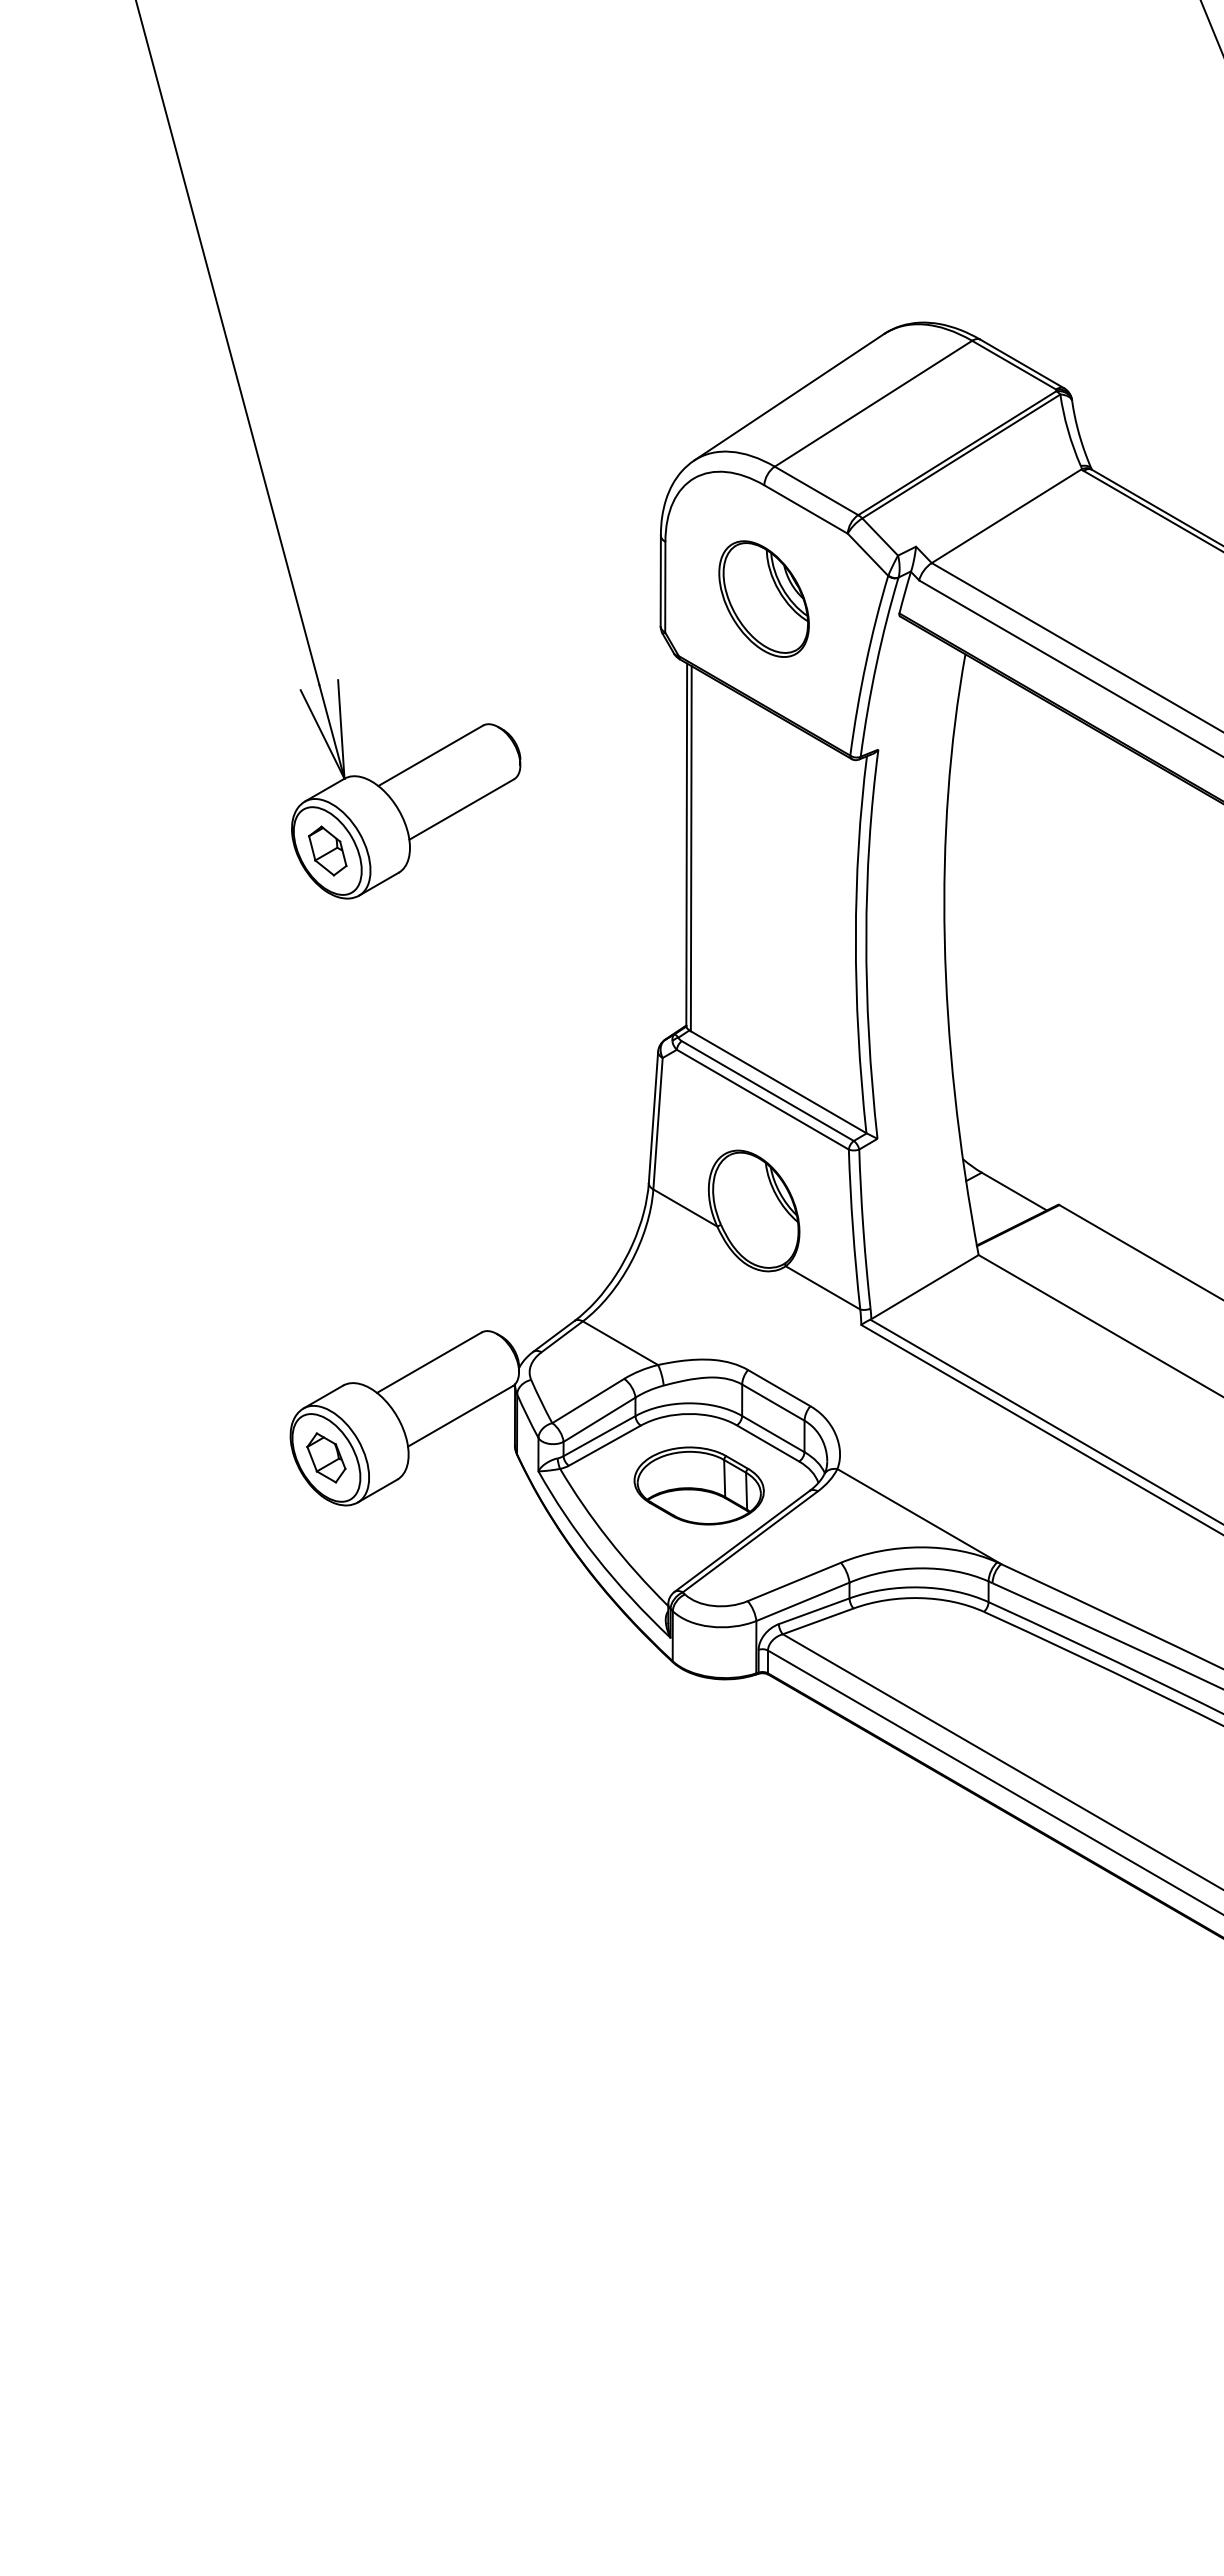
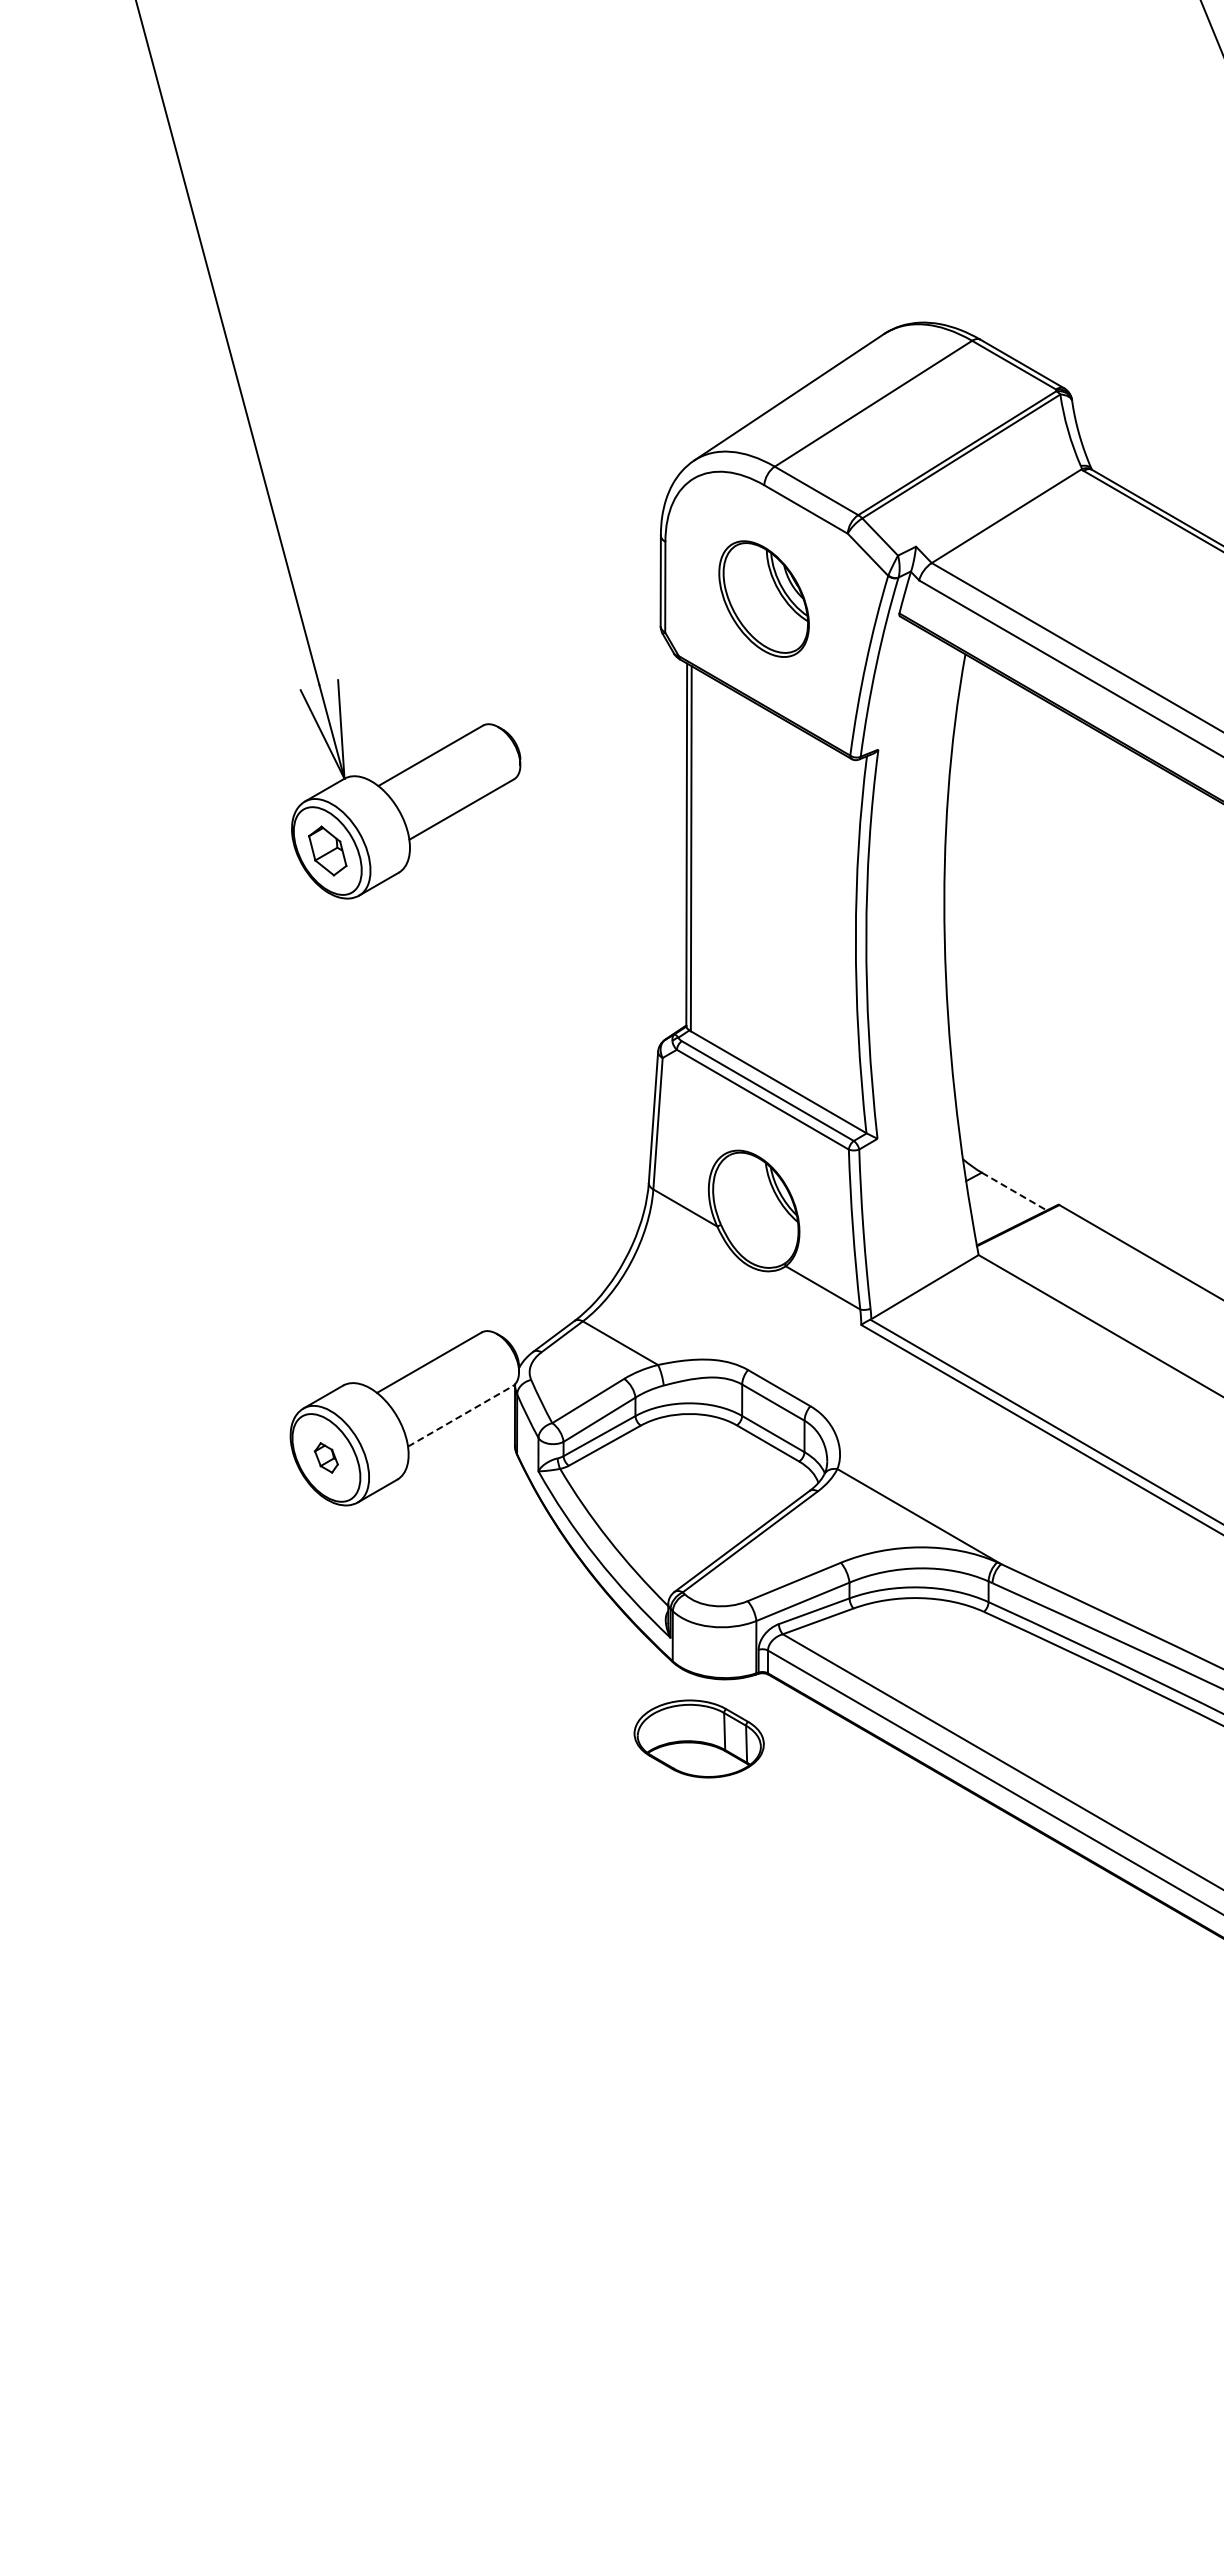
line at (1014, 1191): solid -> dashed
line at (460, 1416): solid -> dashed
part at (326, 1457) size: 41x52 px -> 26x32 px
part at (698, 1485) position: (698, 1485) -> (698, 1738)
